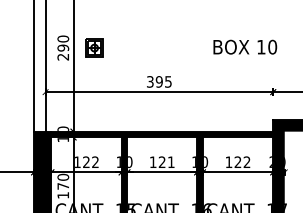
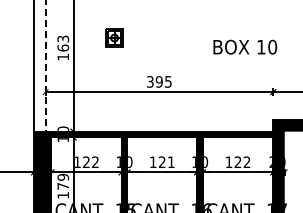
text at (63, 47): 290 -> 163
part at (94, 47) position: (94, 47) -> (114, 37)
line at (45, 66): solid -> dashed
text at (63, 177): 170 -> 179
